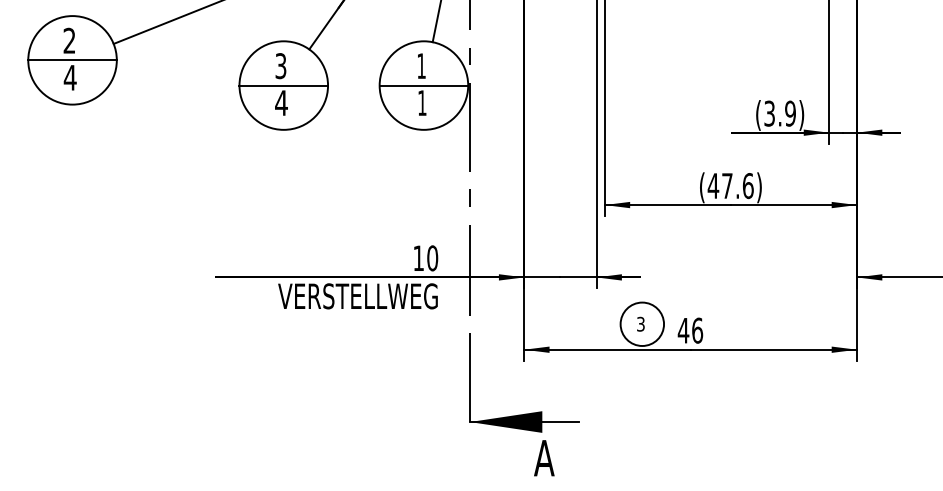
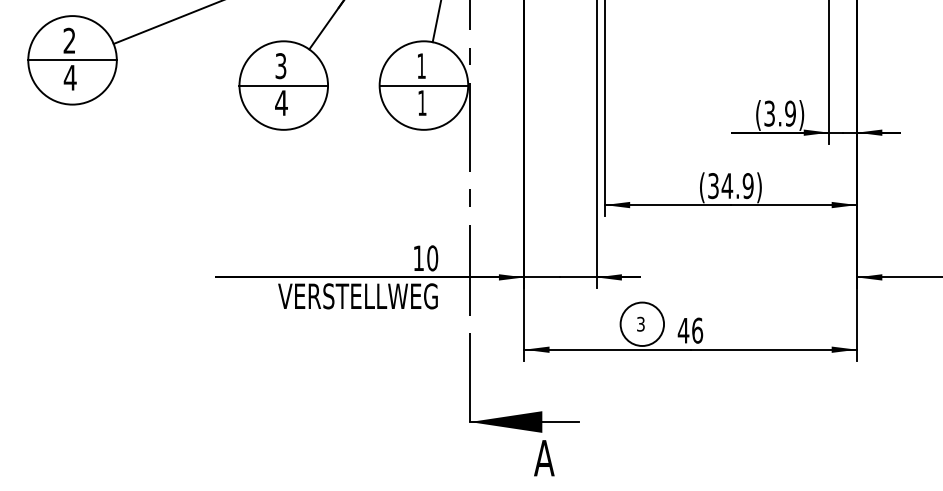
text at (730, 186): (47.6) -> (34.9)
